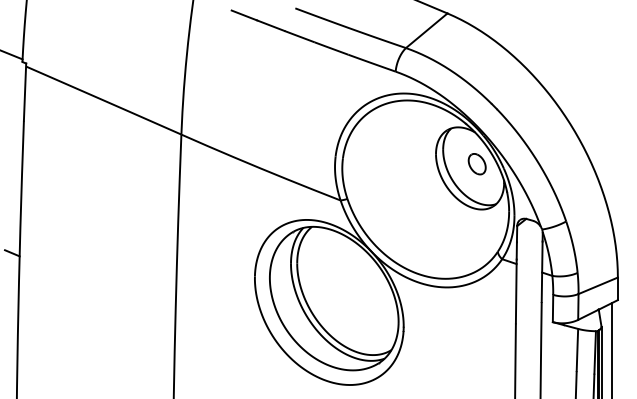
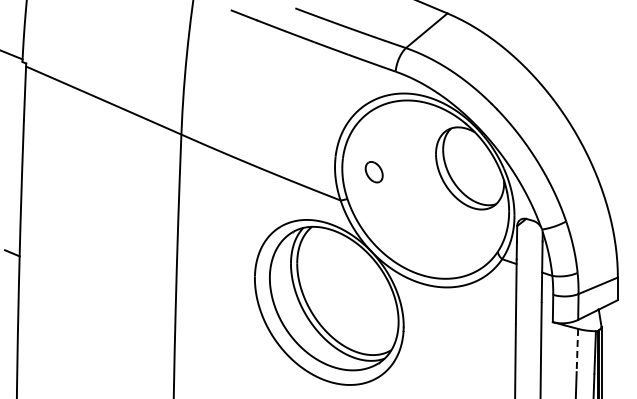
part at (476, 164) position: (476, 164) -> (373, 172)
line at (612, 348): present -> none
line at (577, 349): solid -> dashed
